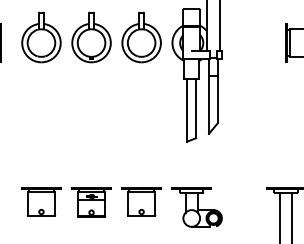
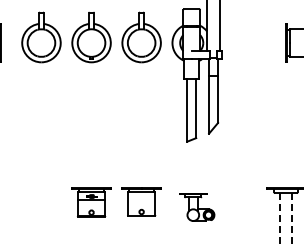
part at (41, 201): present -> none
part at (196, 207) size: 52x41 px -> 37x29 px
line at (279, 218): solid -> dashed
line at (292, 218): solid -> dashed
